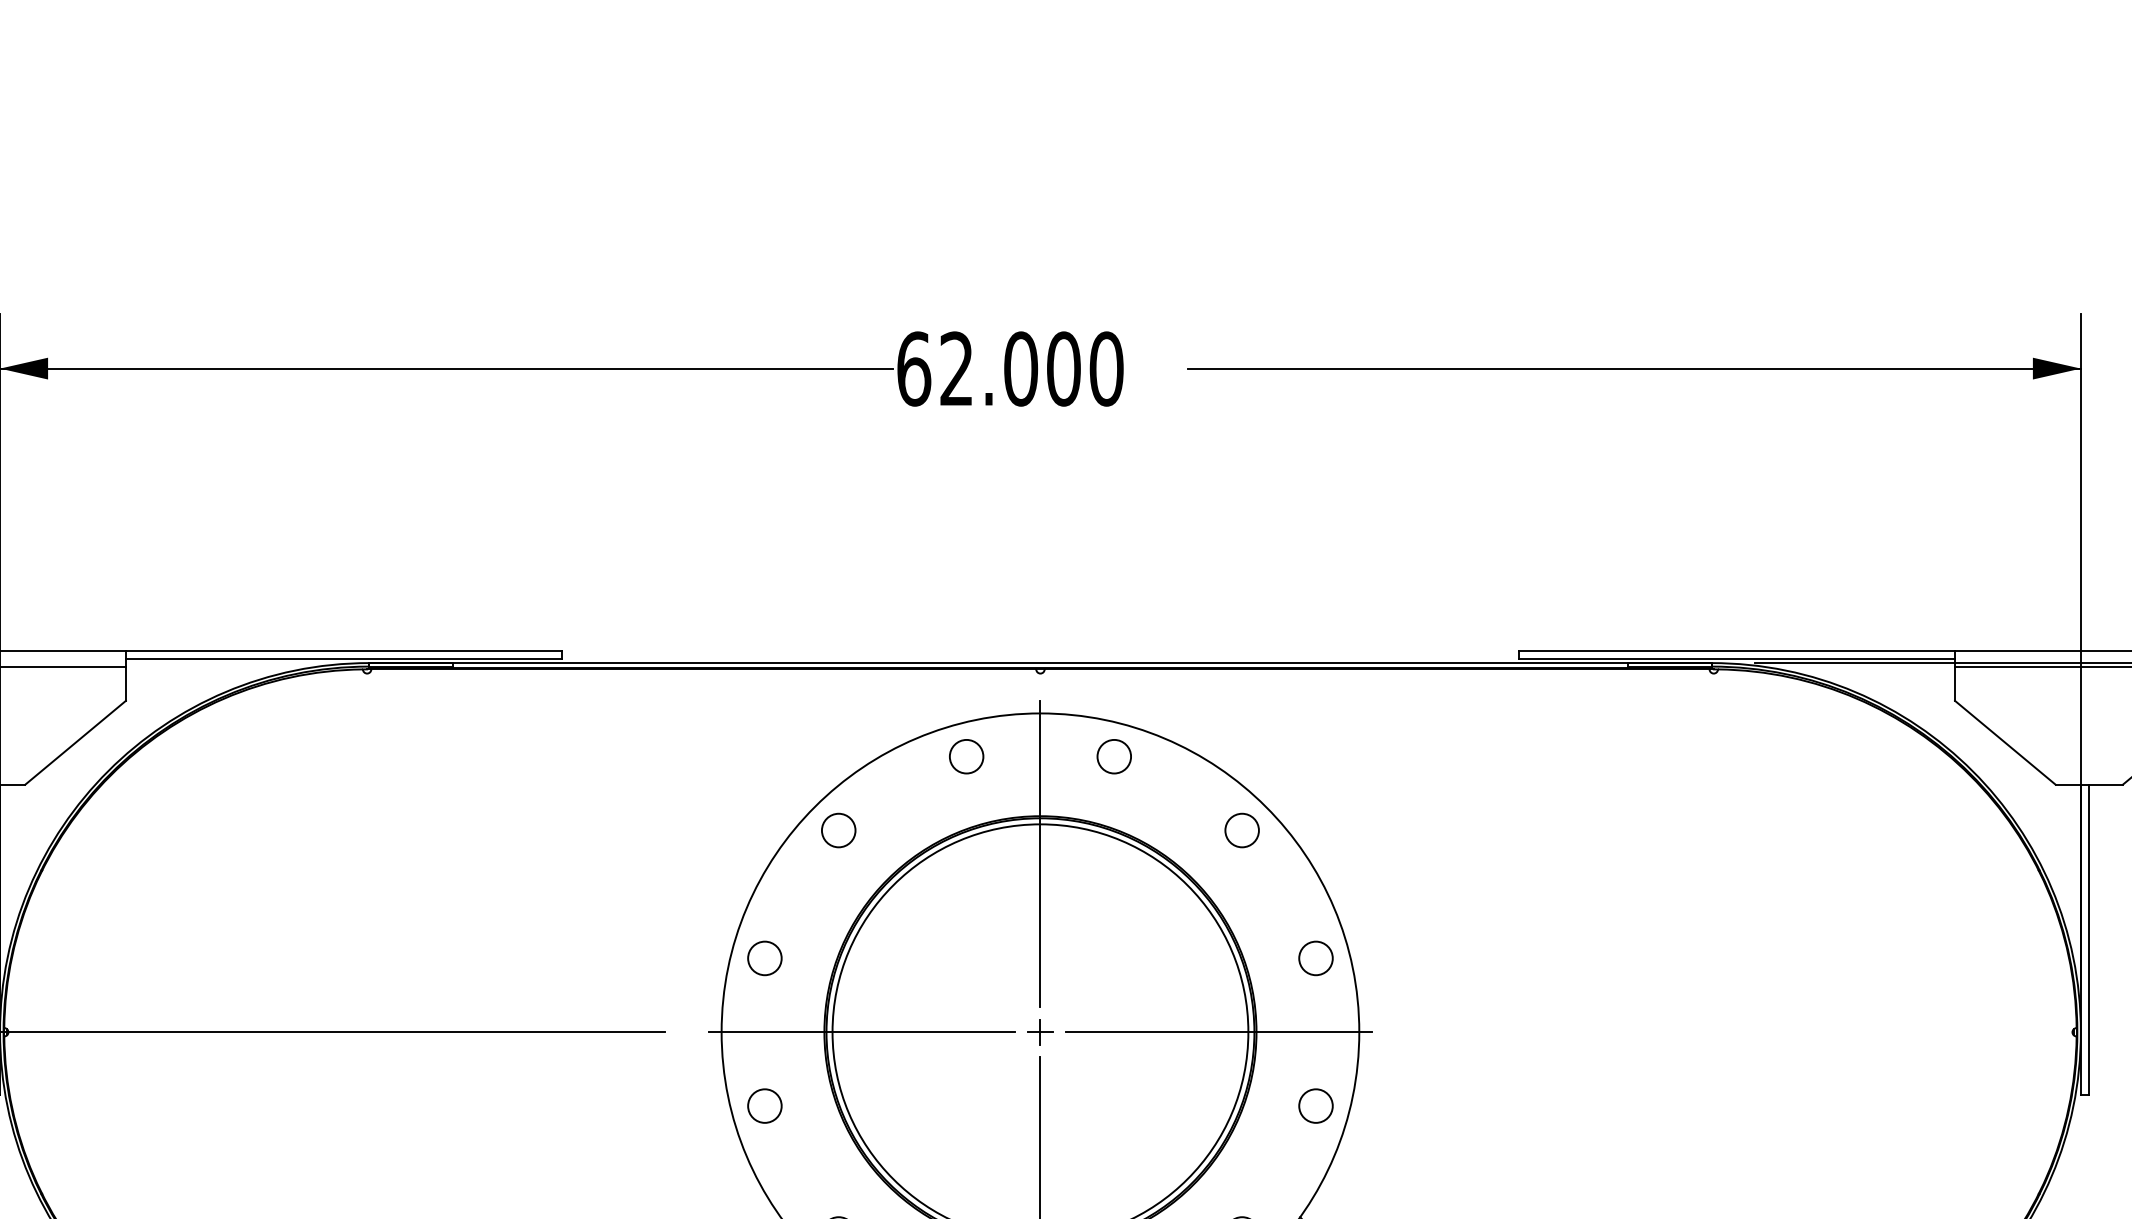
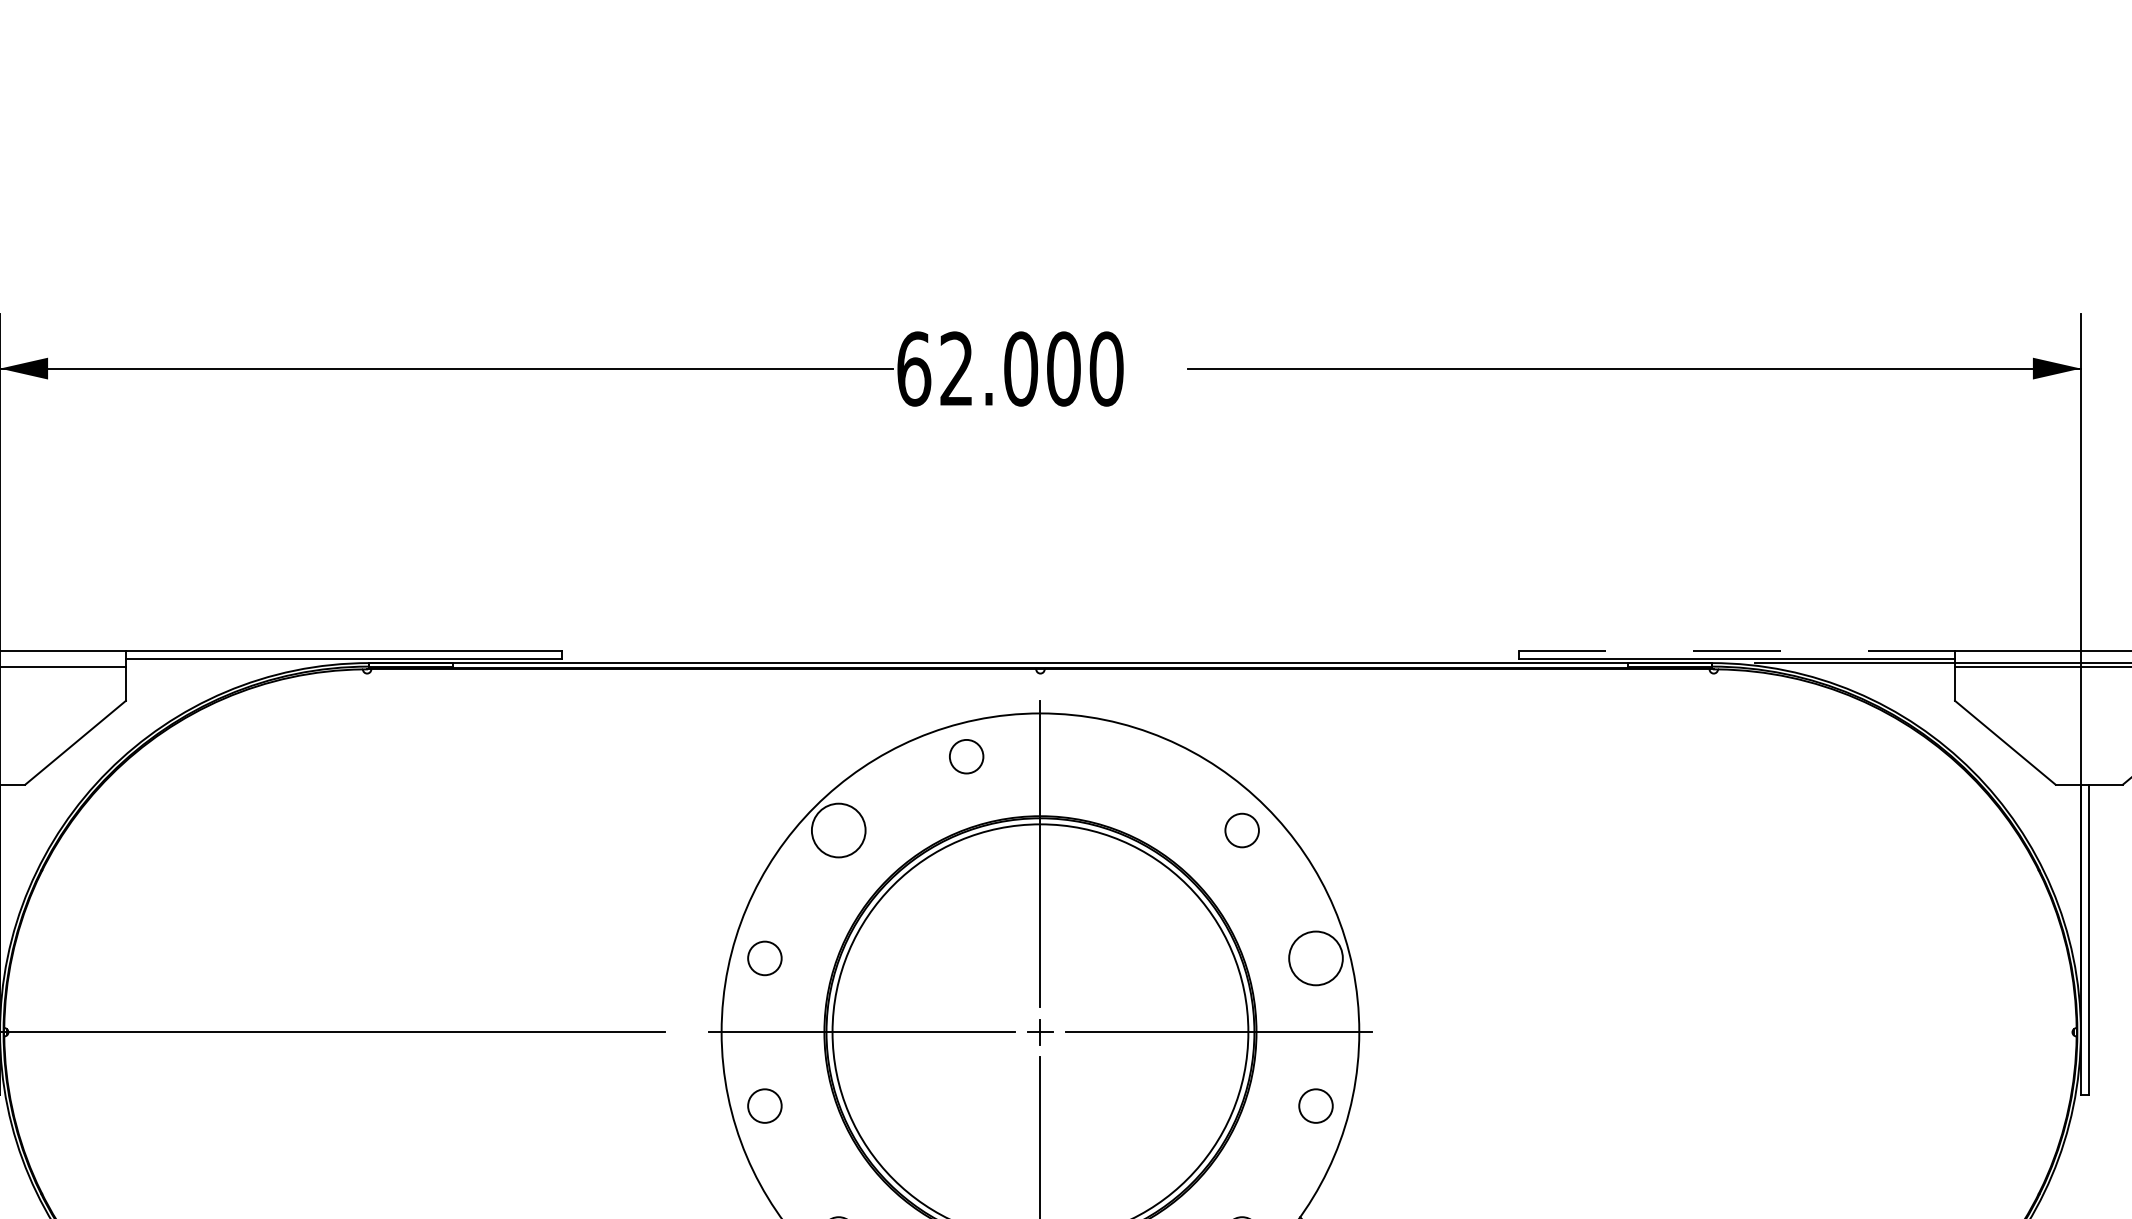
line at (1737, 650): solid -> dashed
circle at (1113, 756): present -> none
circle at (838, 830) diameter: 34 px -> 54 px
circle at (1315, 958) diameter: 34 px -> 54 px
